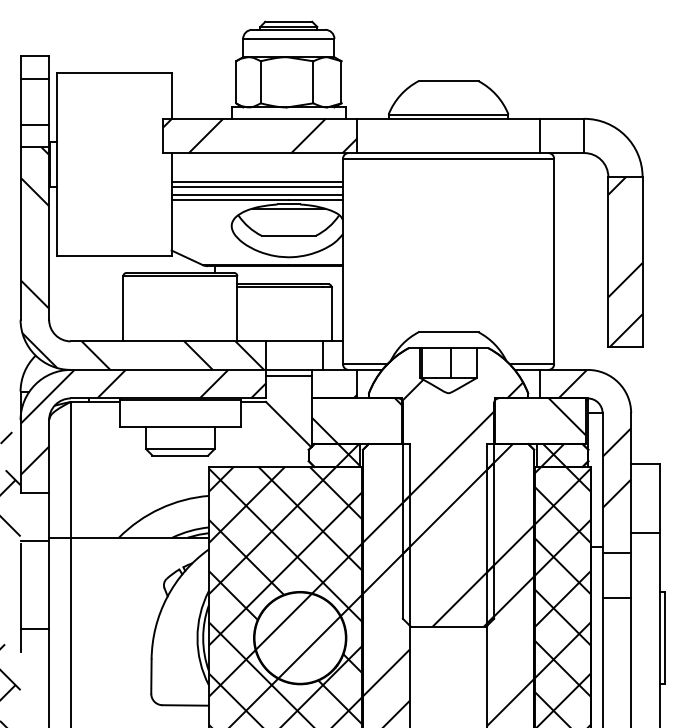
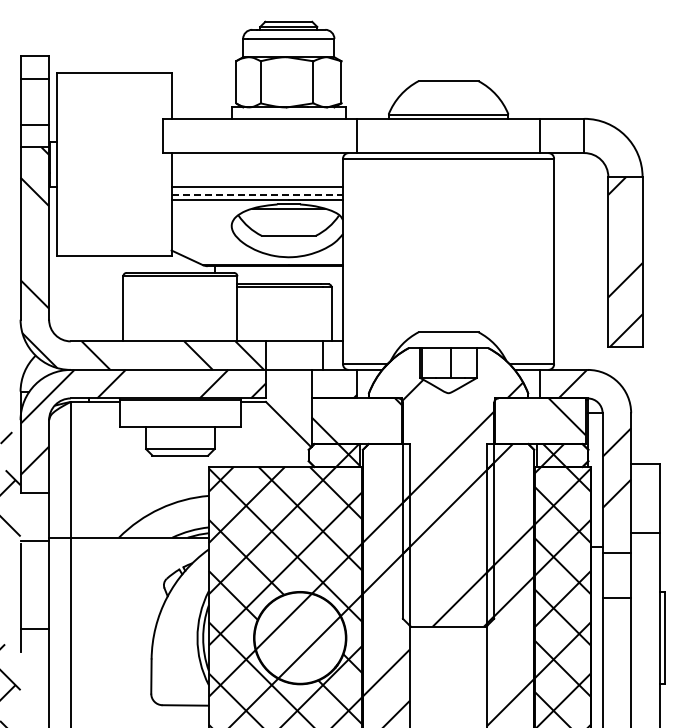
hatch at (260, 135): present -> none
line at (257, 181): present -> none
line at (257, 195): solid -> dashed
line at (288, 375): present -> none
